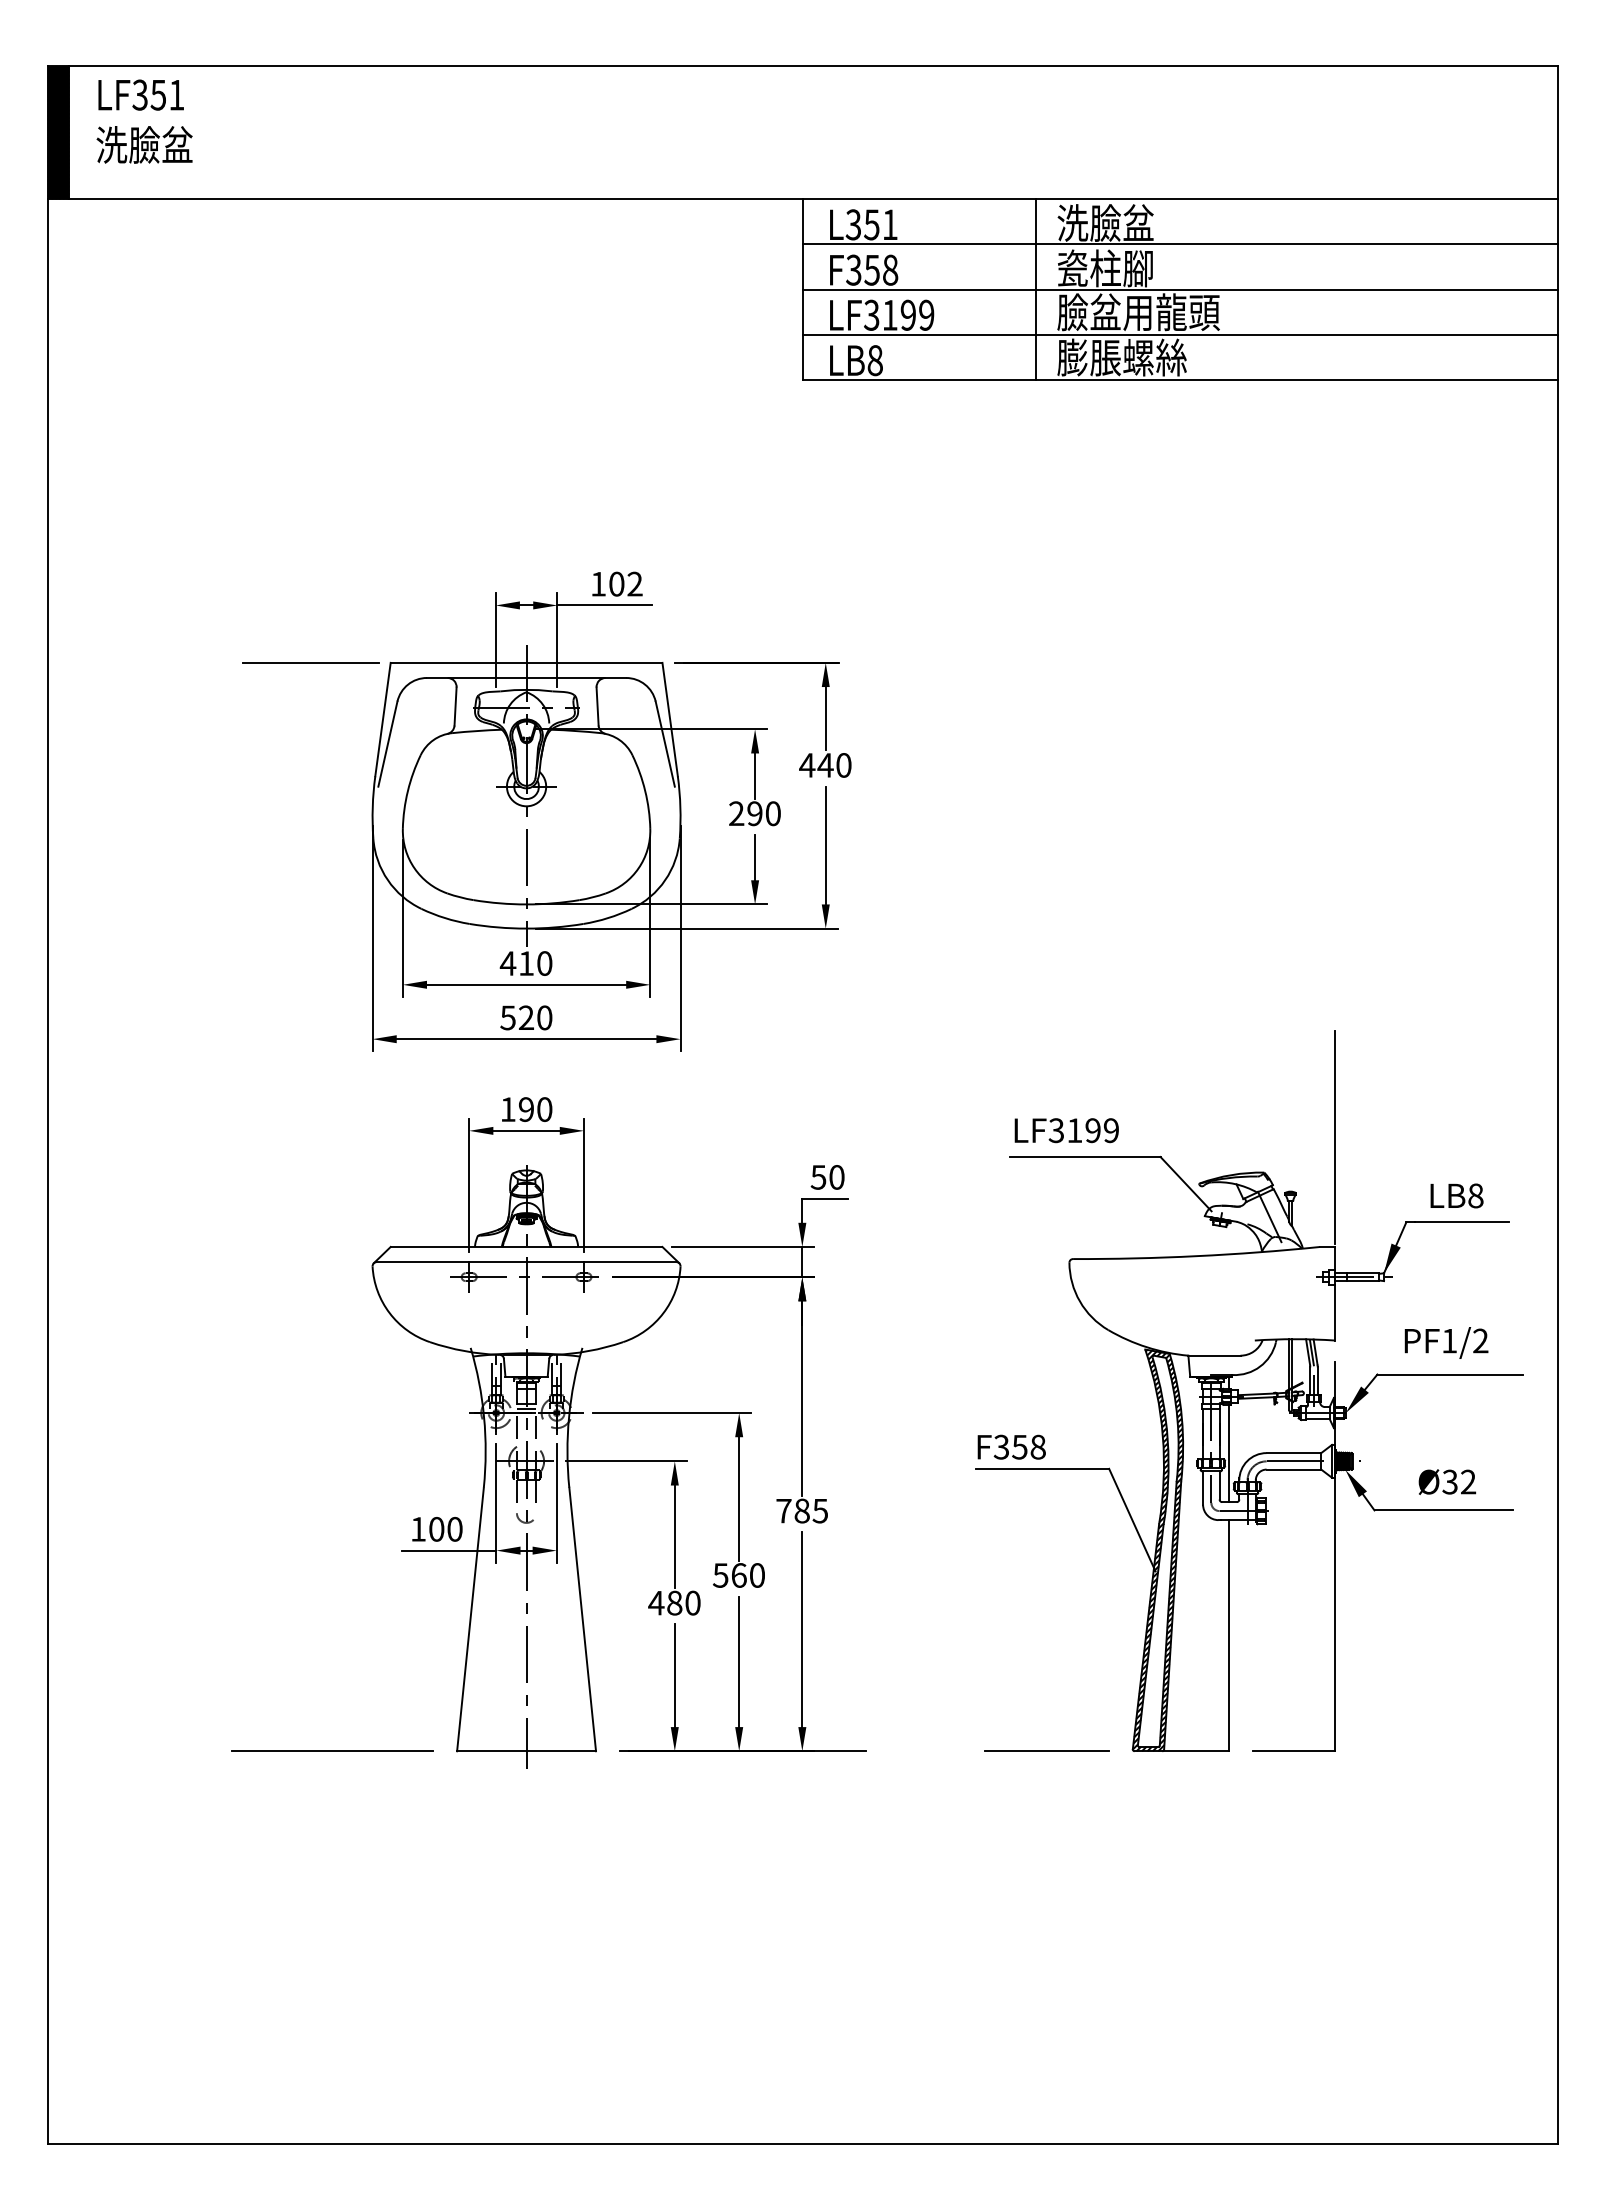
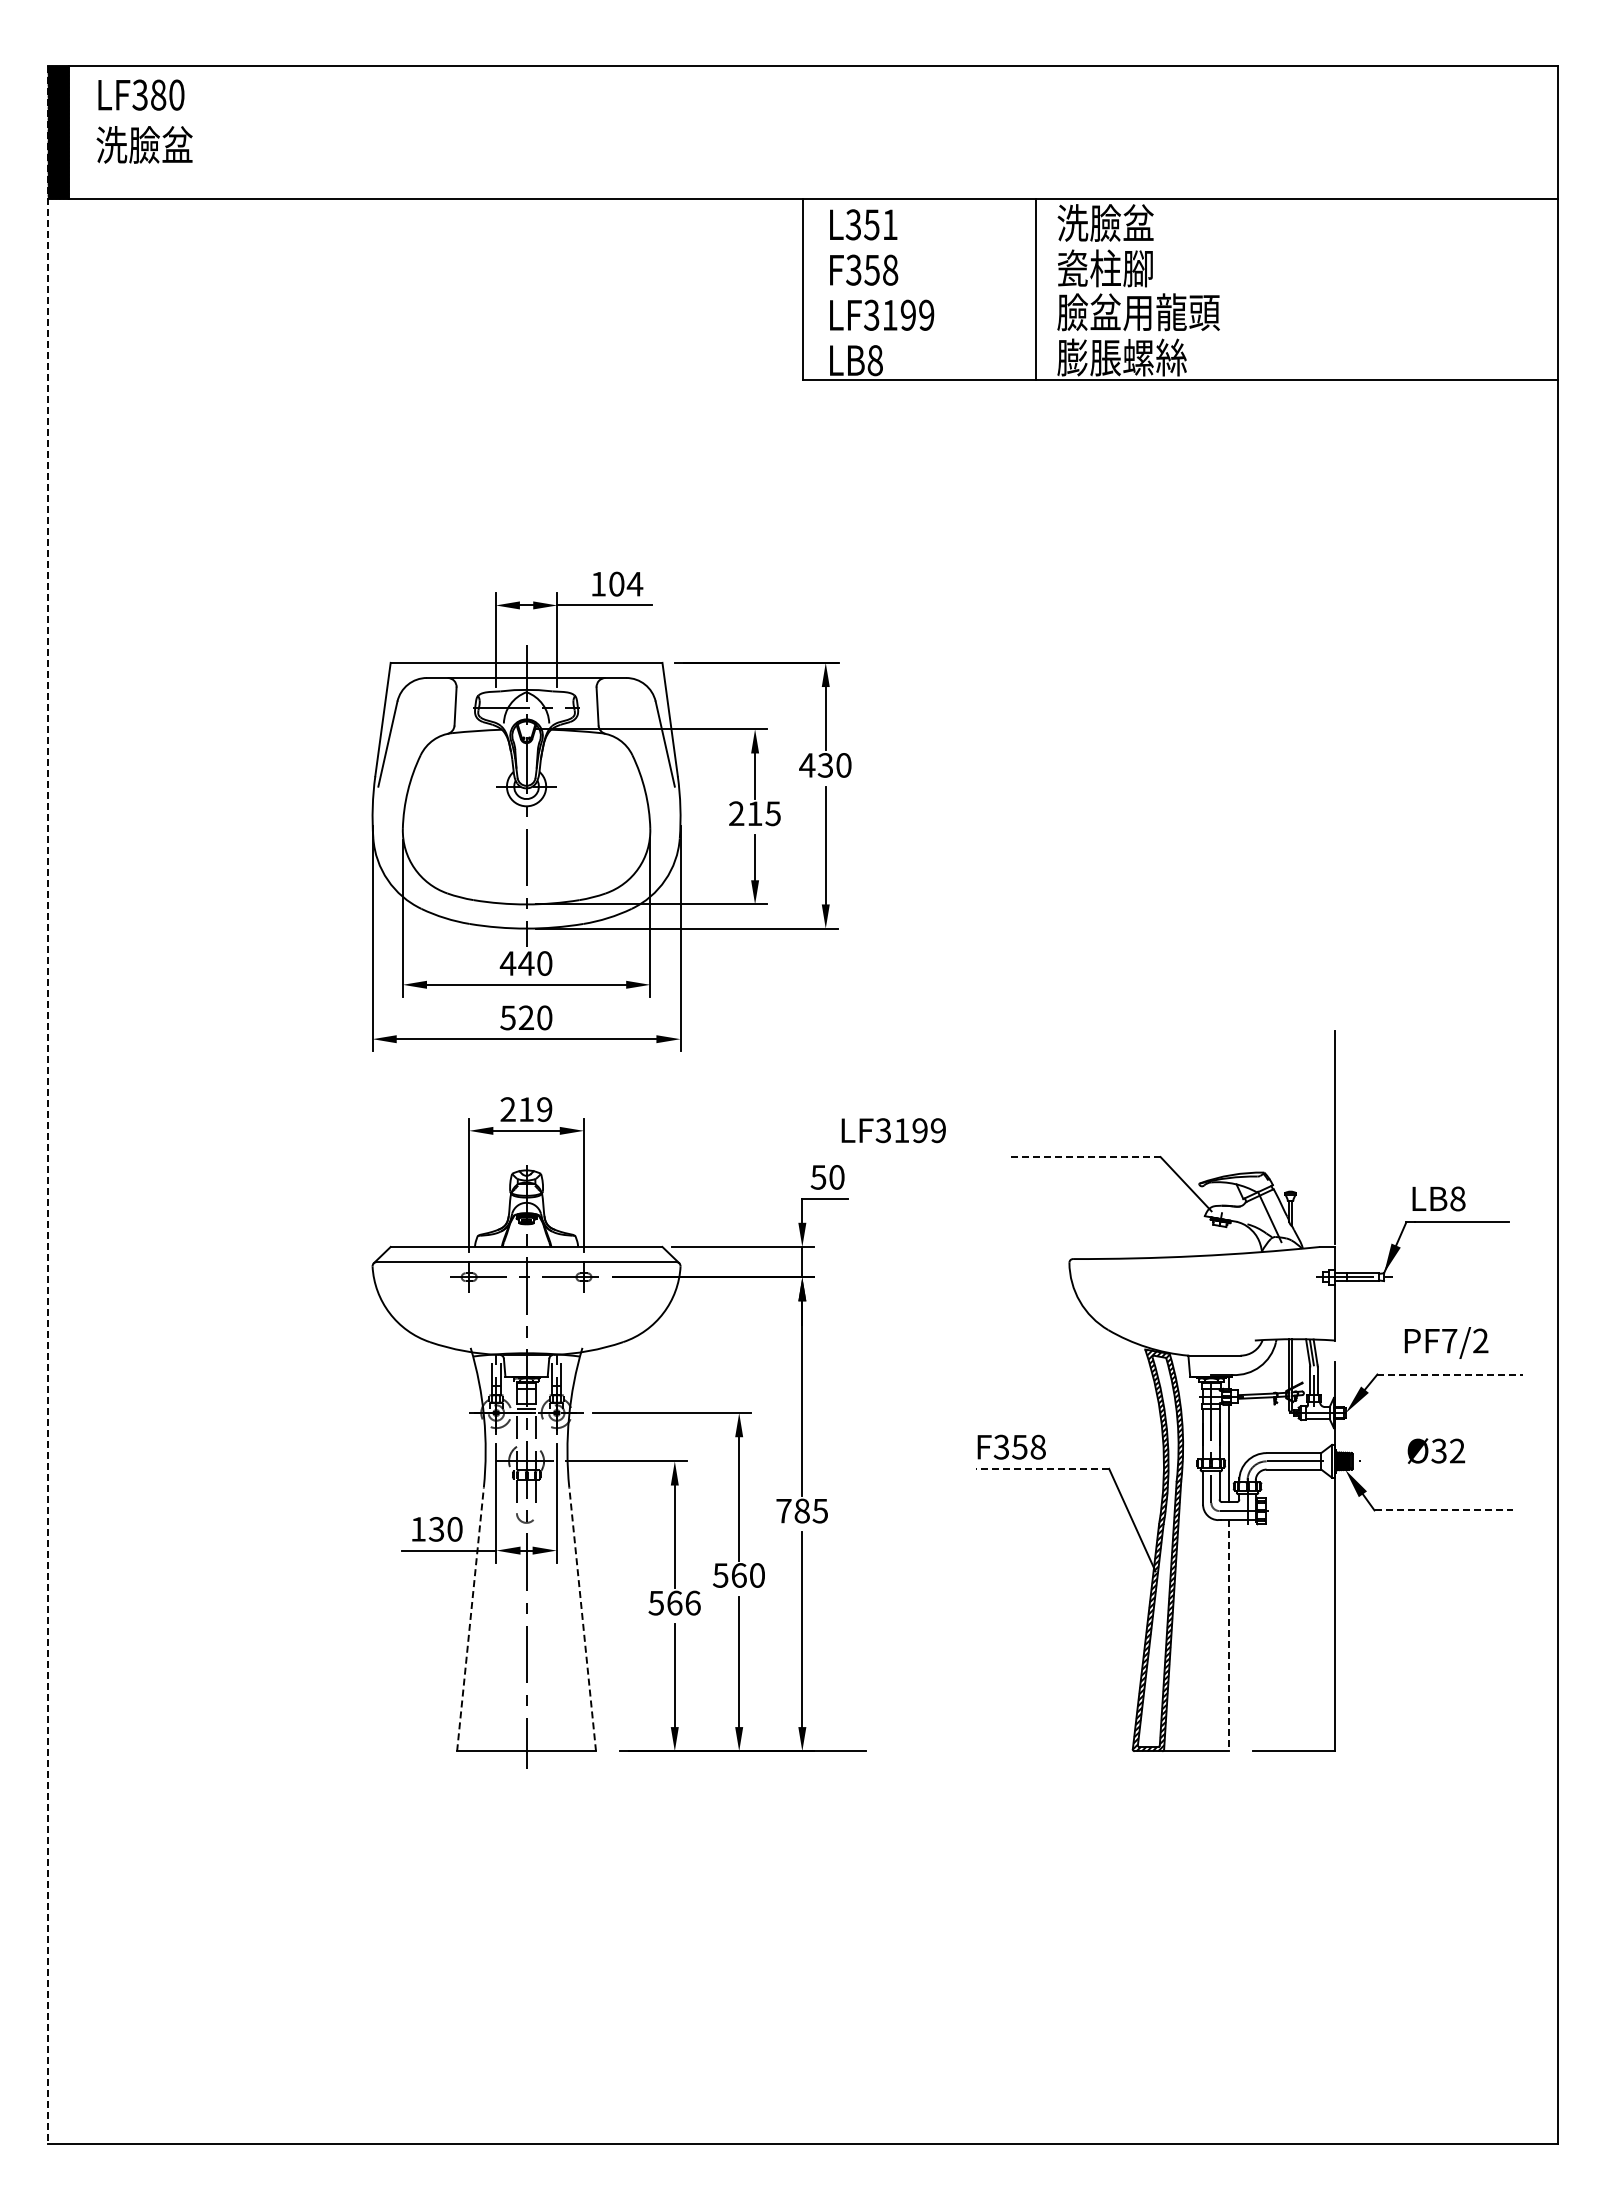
text at (167, 94): LF351 -> LF380
line at (1179, 244): present -> none
line at (1179, 289): present -> none
line at (1179, 335): present -> none
text at (634, 583): 102 -> 104
line at (310, 662): present -> none
text at (825, 765): 440 -> 430
text at (763, 813): 290 -> 215
text at (526, 963): 410 -> 440
line at (48, 1105): solid -> dashed
text at (526, 1109): 190 -> 219
text at (1066, 1130) position: (1066, 1130) -> (893, 1130)
line at (1084, 1157): solid -> dashed
text at (1456, 1195) position: (1456, 1195) -> (1438, 1198)
text at (1449, 1341): PF1/2 -> PF7/2
line at (1450, 1374): solid -> dashed
line at (1042, 1468): solid -> dashed
text at (1447, 1481) position: (1447, 1481) -> (1436, 1450)
line at (1444, 1510): solid -> dashed
text at (436, 1529): 100 -> 130
text at (674, 1602): 480 -> 566
line at (582, 1618): solid -> dashed
line at (470, 1619): solid -> dashed
line at (1229, 1635): solid -> dashed
line at (332, 1751): present -> none
line at (1046, 1751): present -> none
